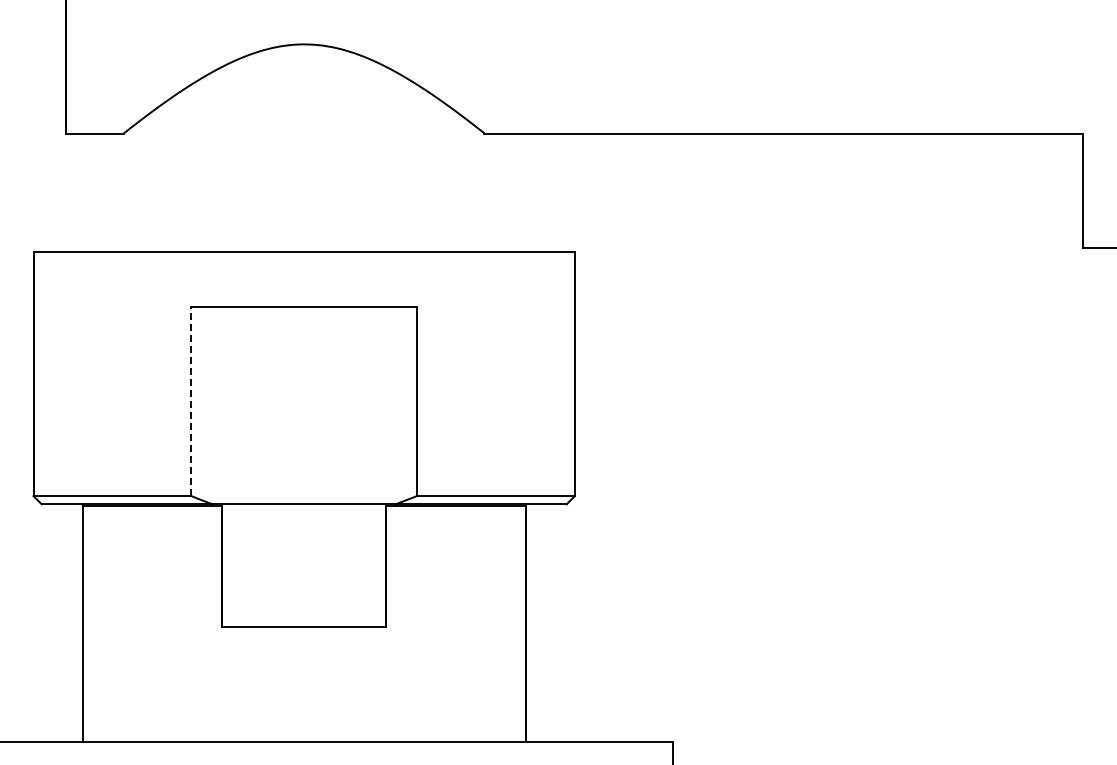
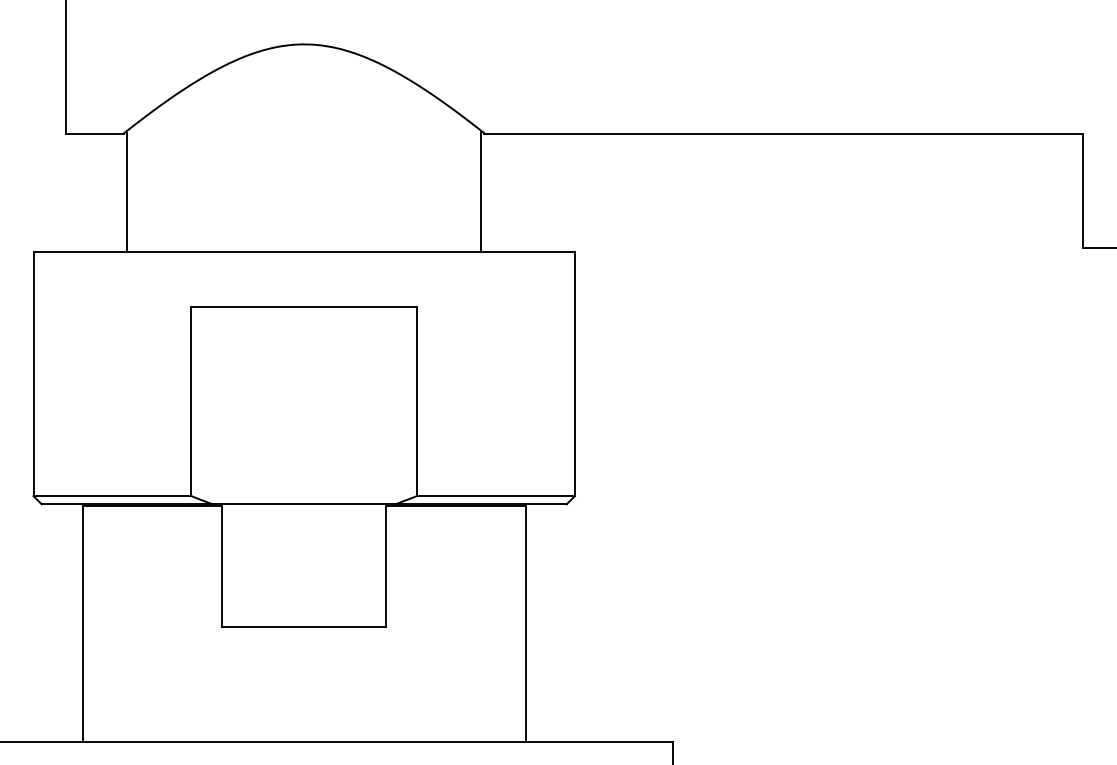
line at (127, 190): none -> present
line at (481, 190): none -> present
line at (191, 401): dashed -> solid
